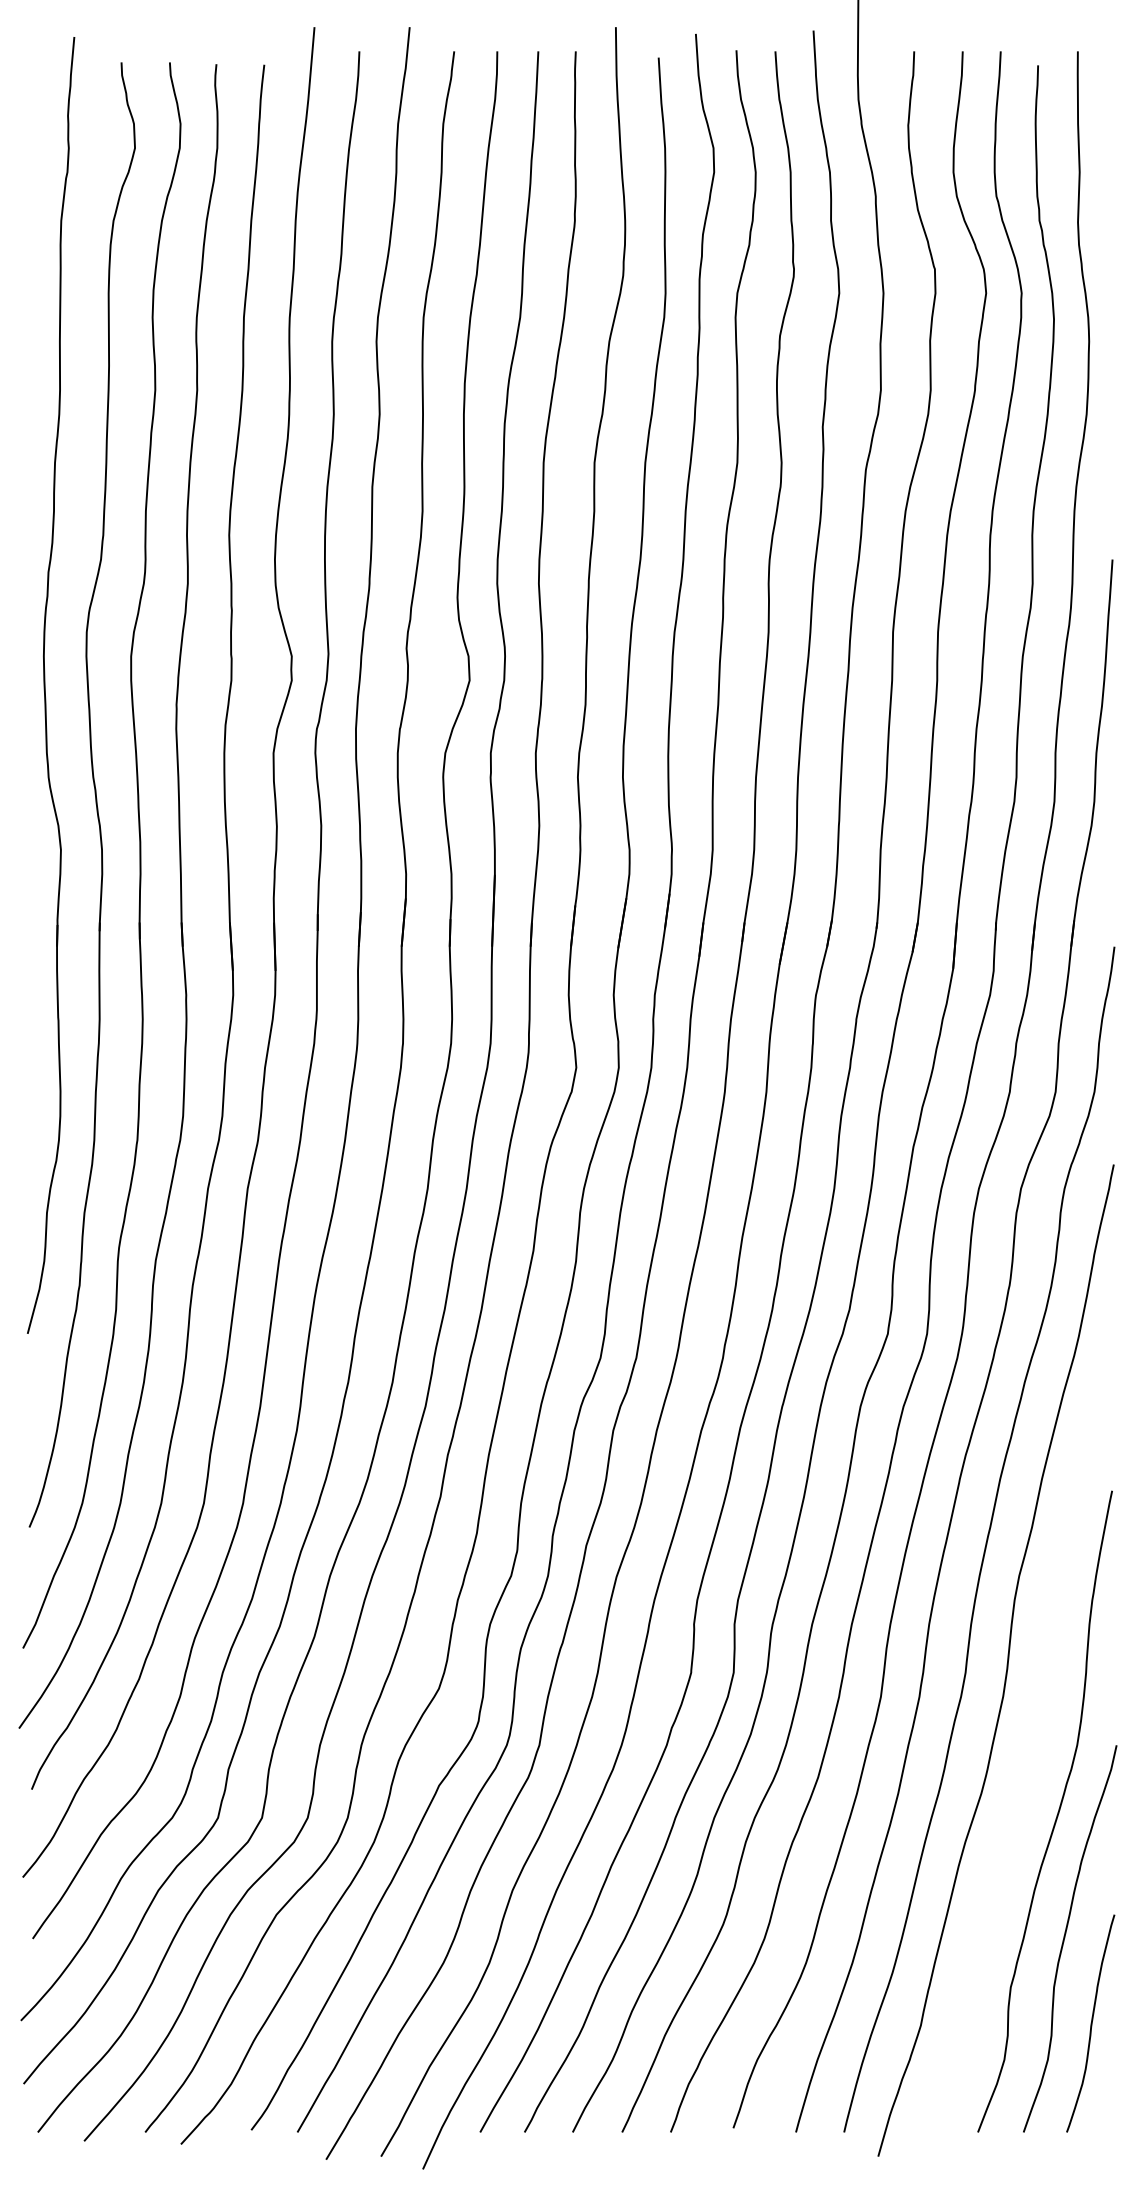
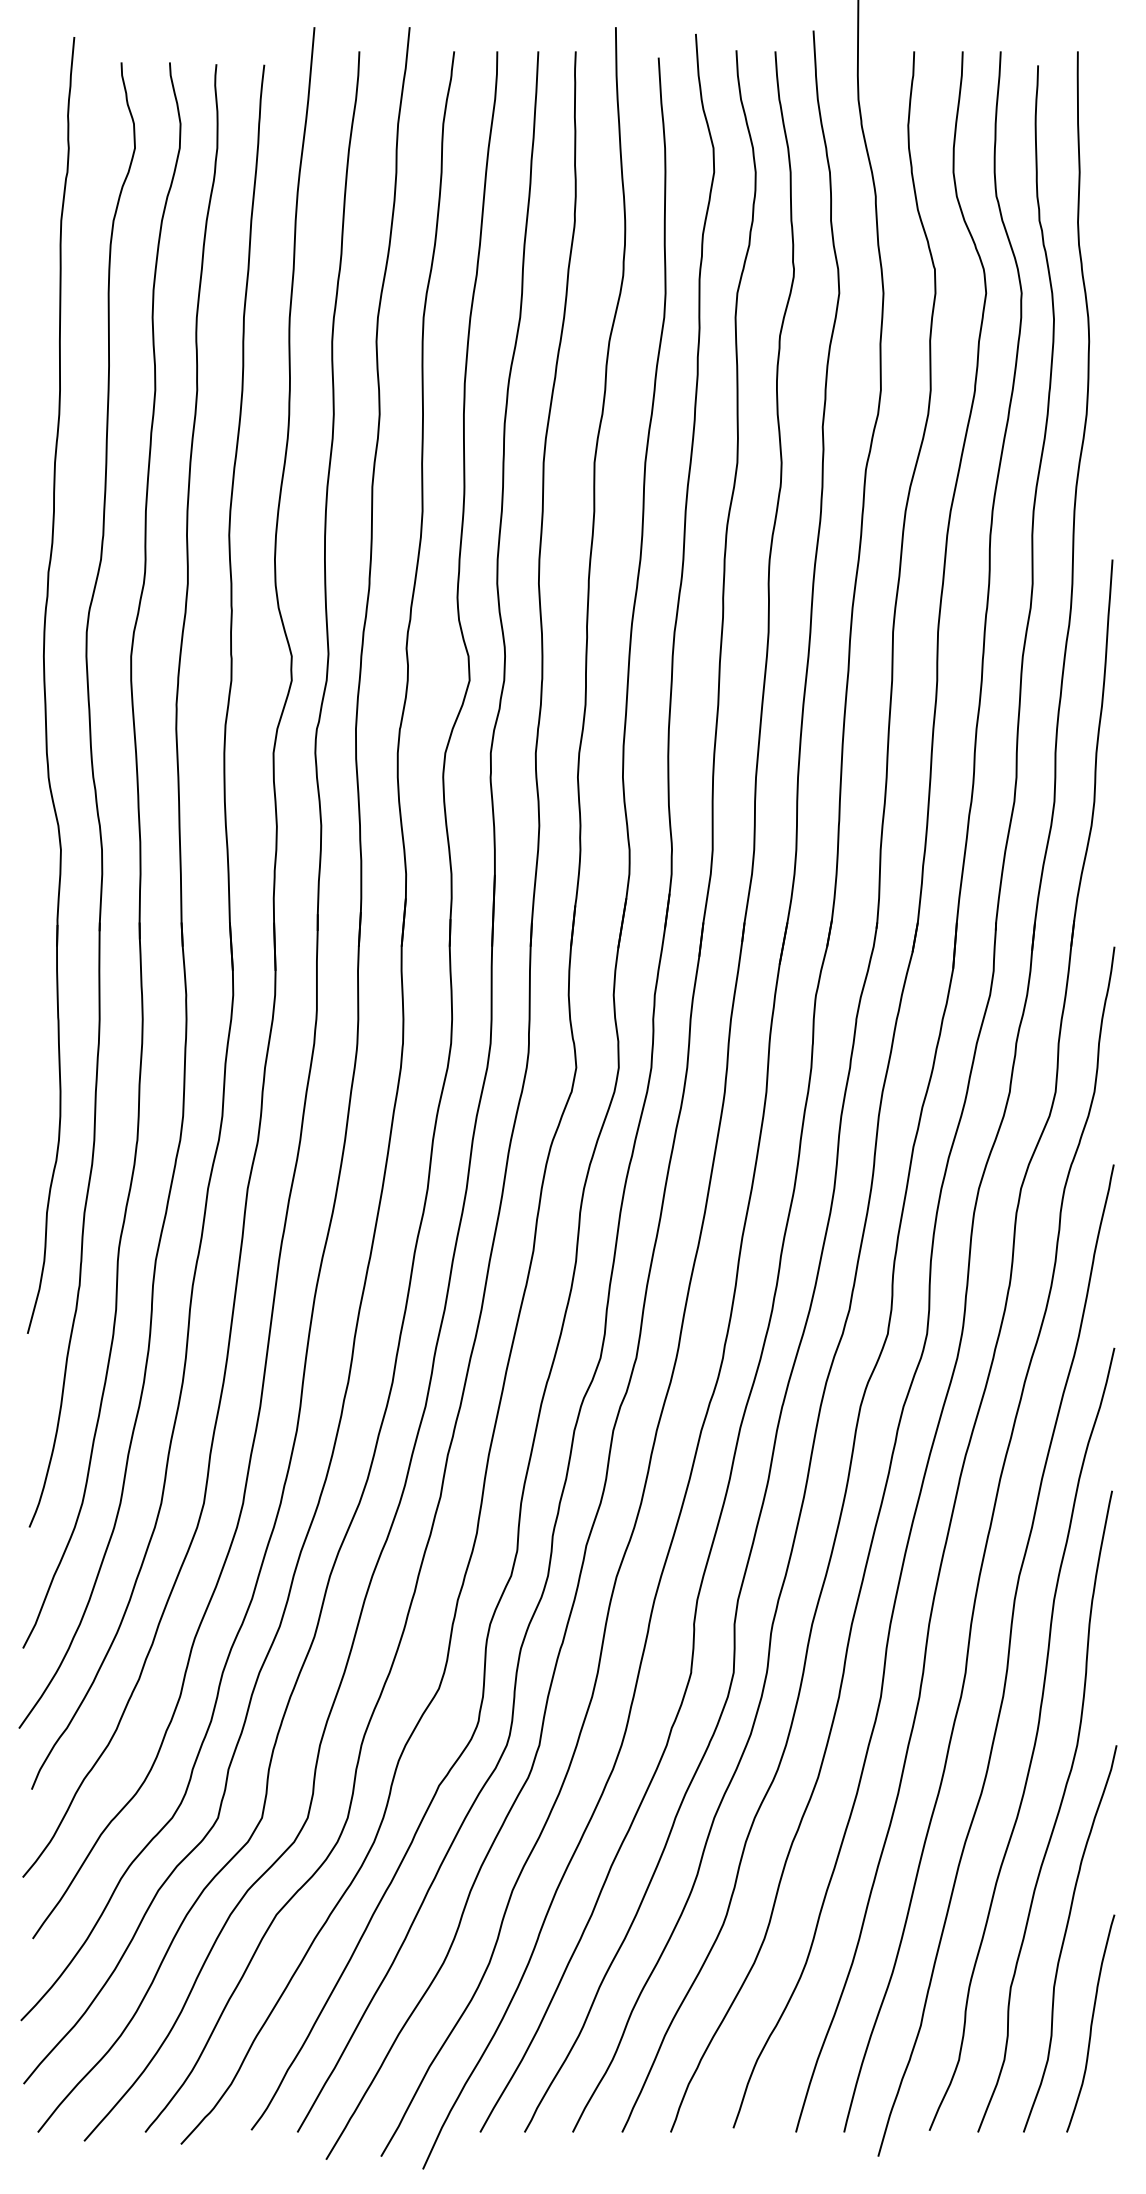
curve at (1034, 1740): none -> present
